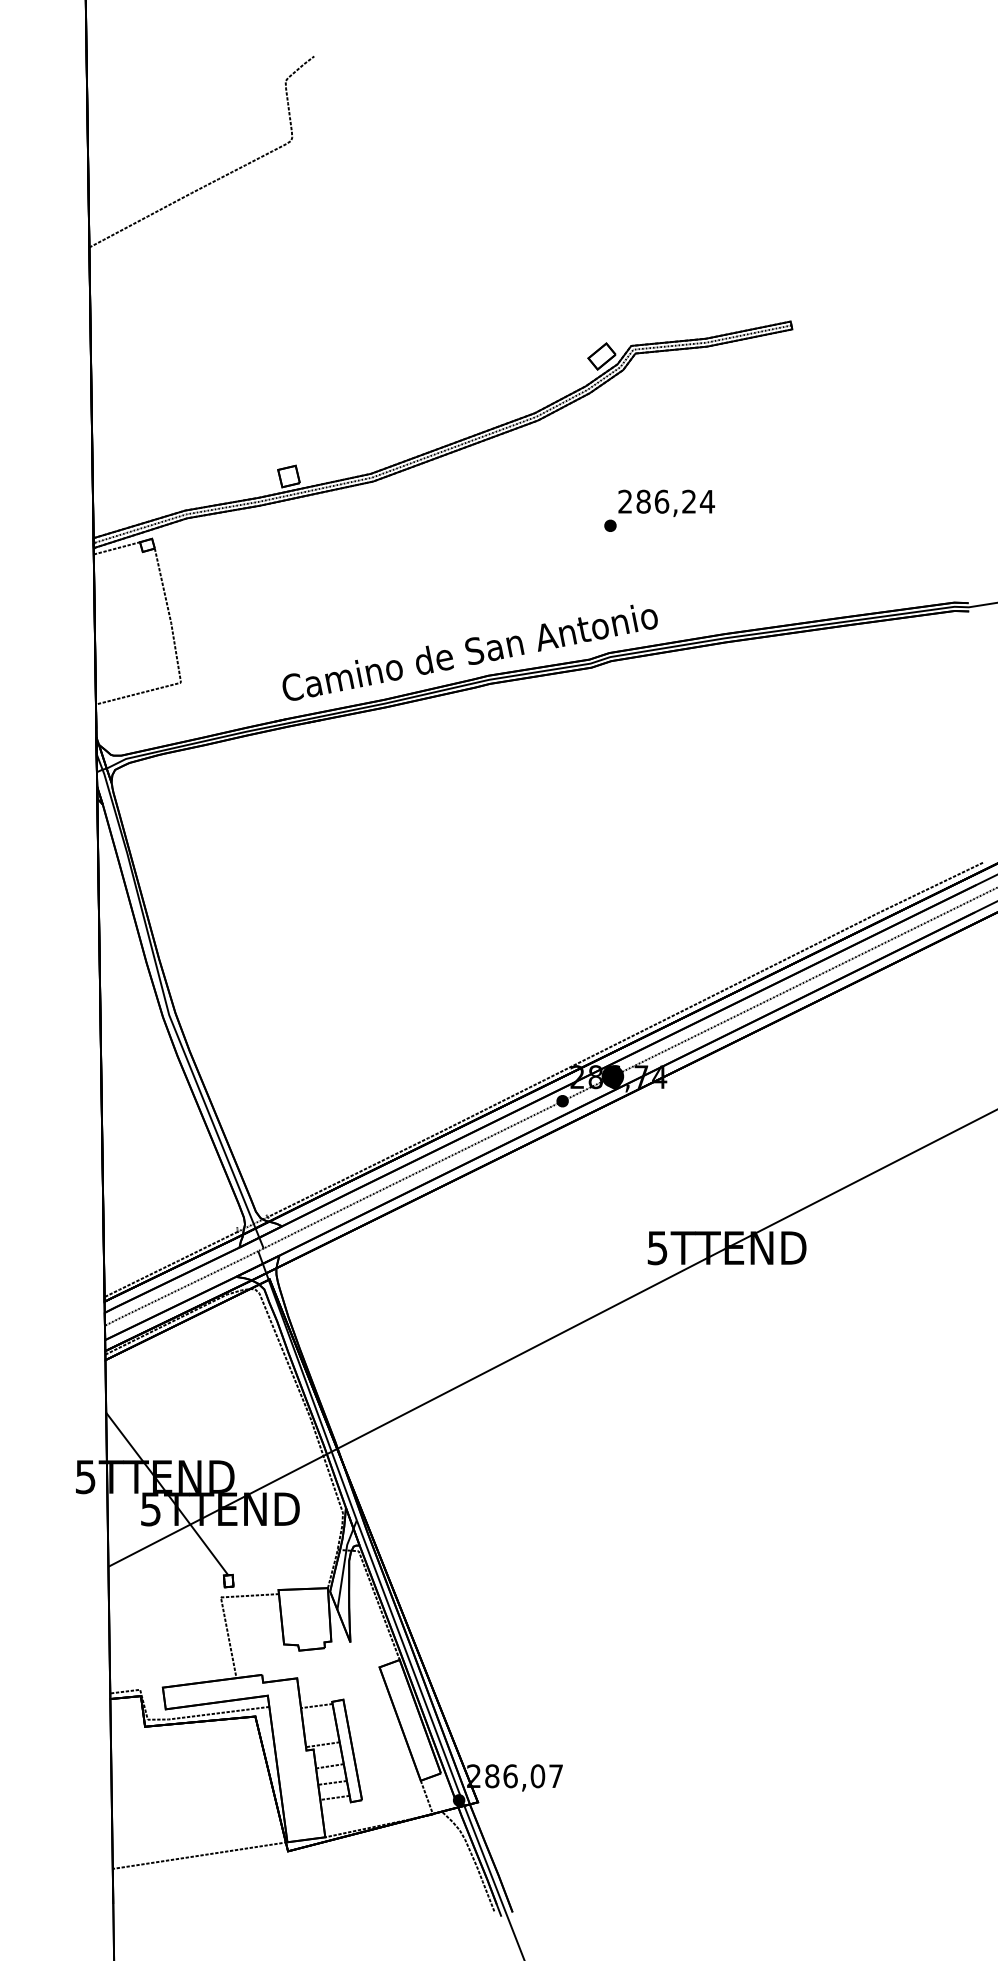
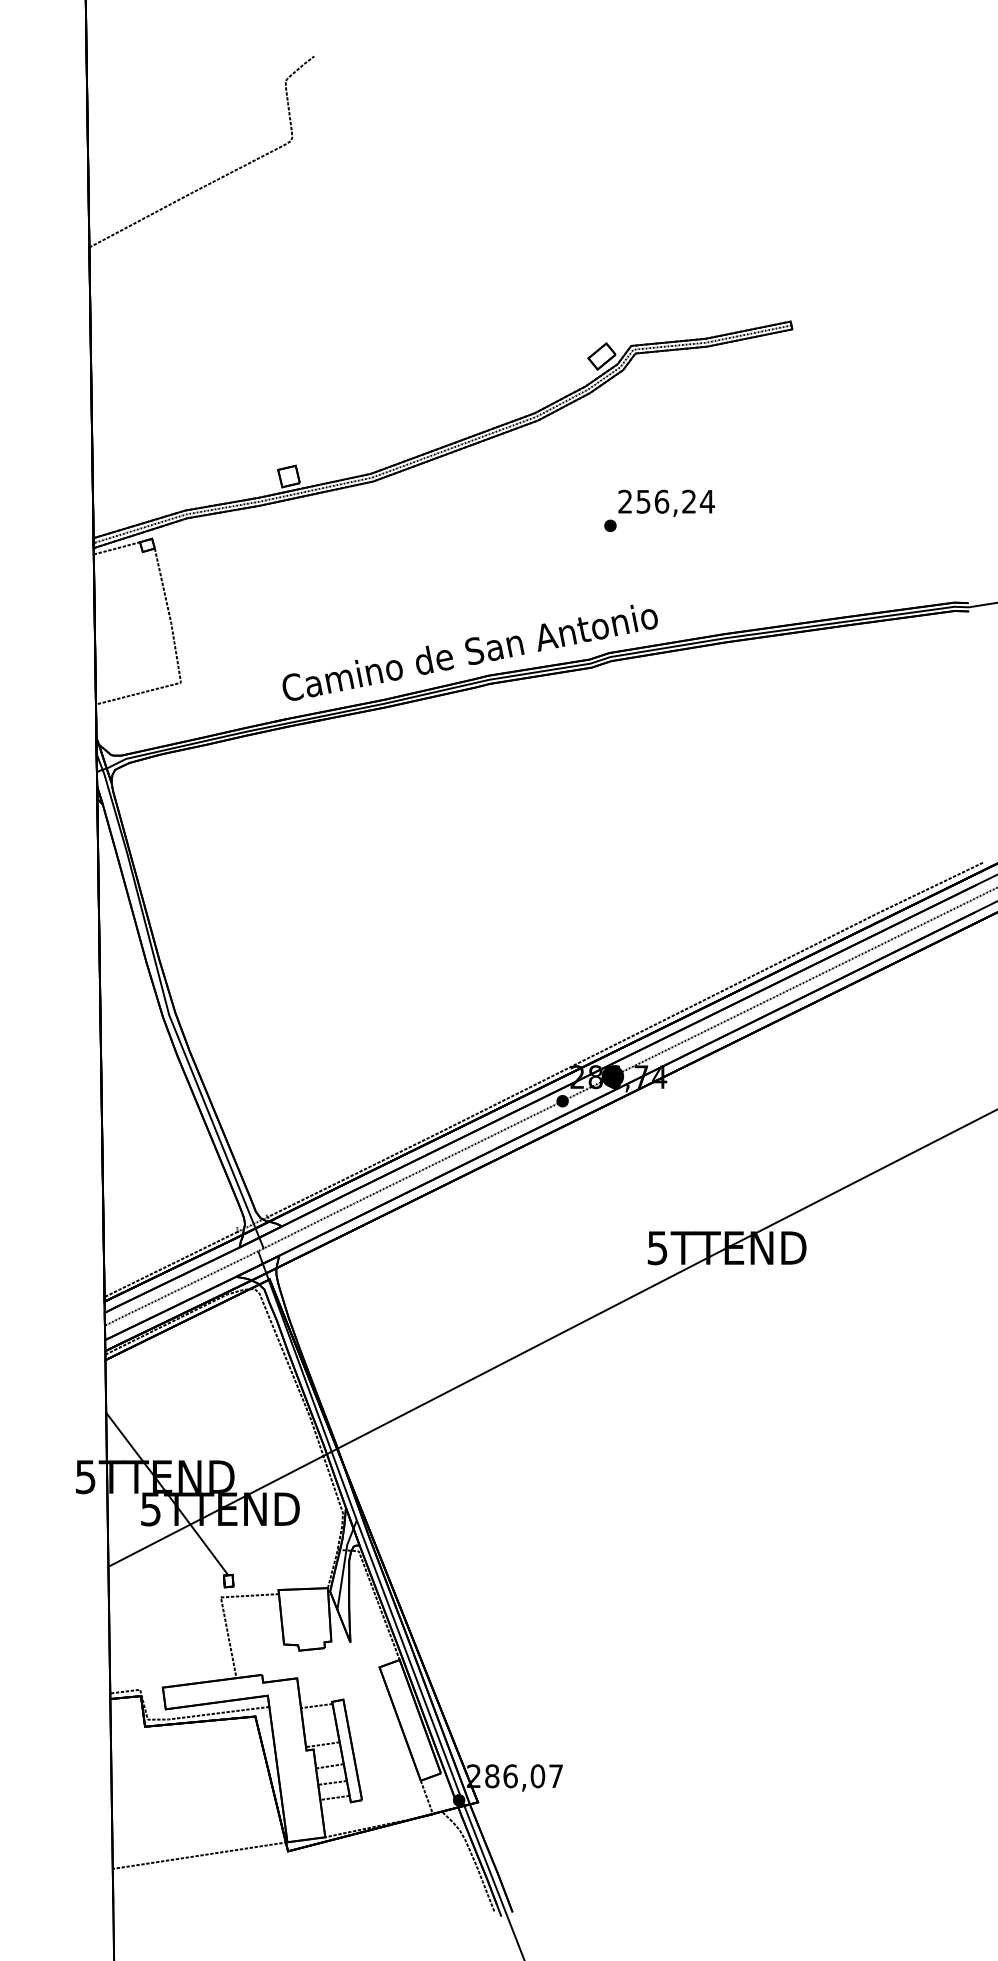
text at (643, 501): 286,24 -> 256,24
